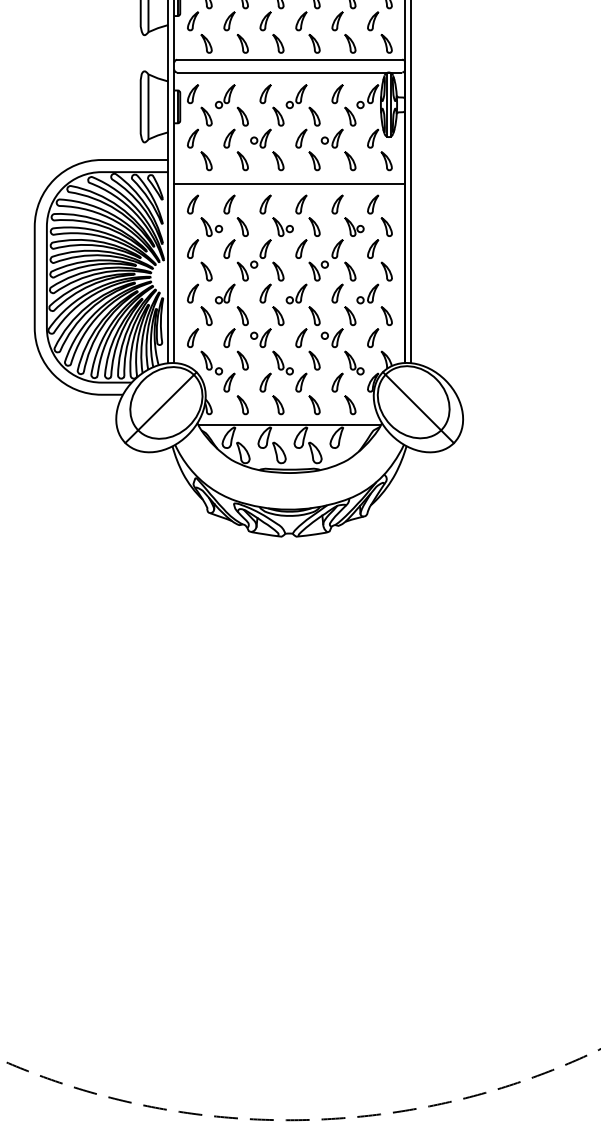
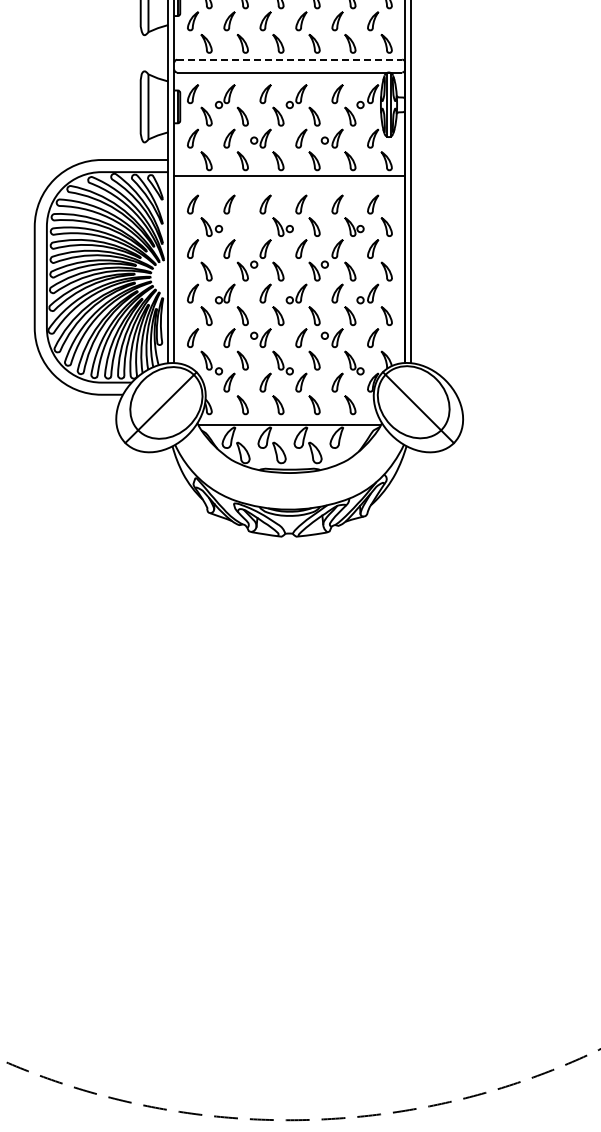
line at (289, 59): solid -> dashed
line at (289, 183) position: (289, 183) -> (289, 175)
part at (242, 226): present -> none
